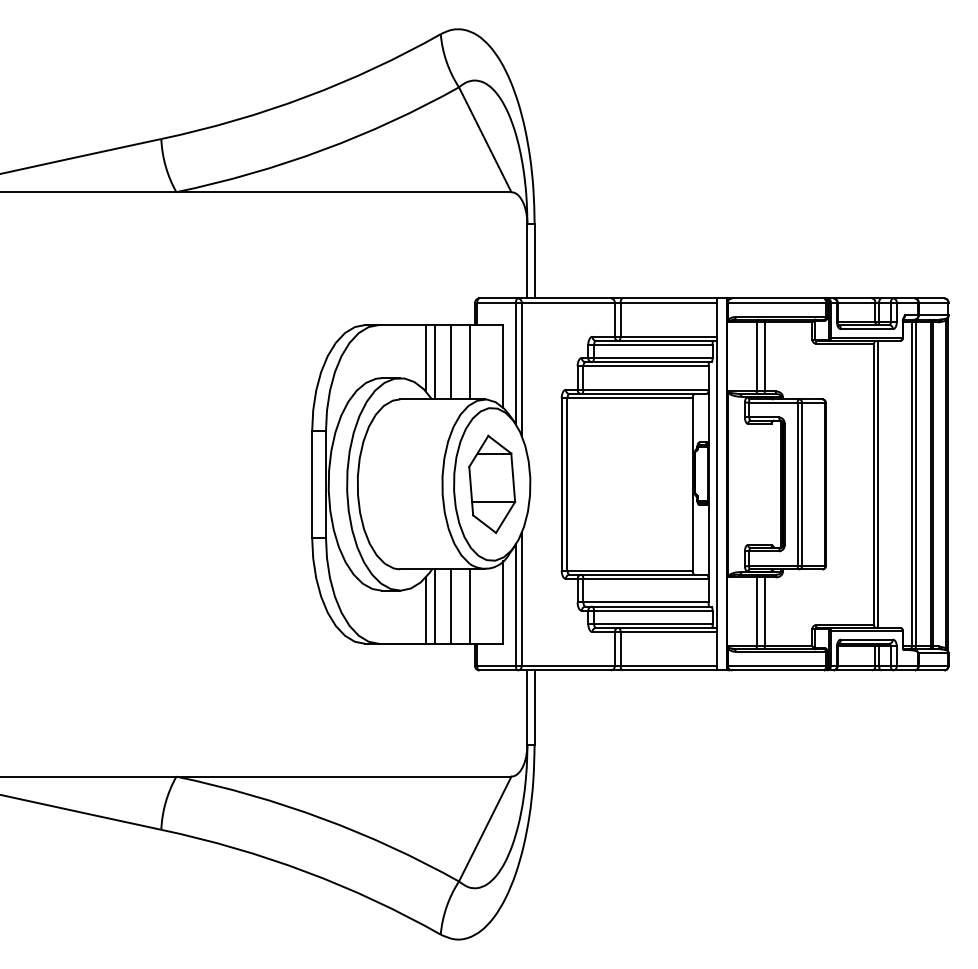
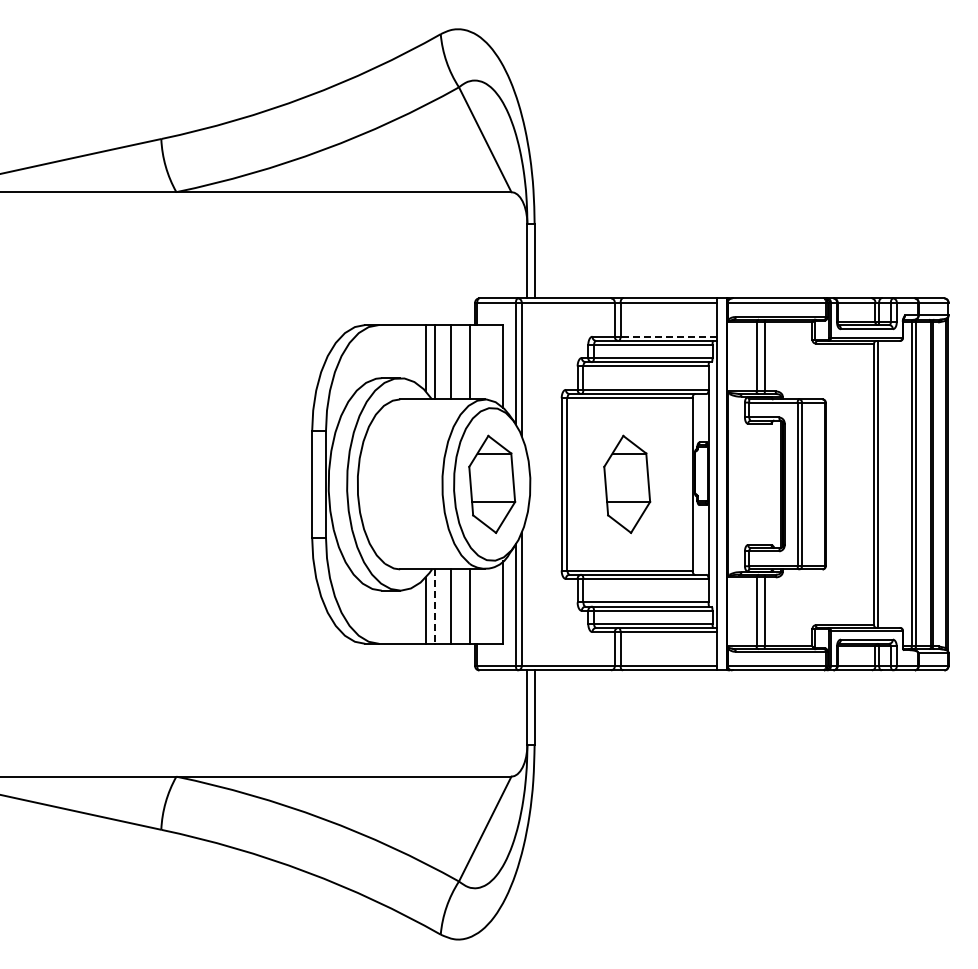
line at (668, 336): solid -> dashed
part at (627, 483): none -> present
line at (435, 607): solid -> dashed
